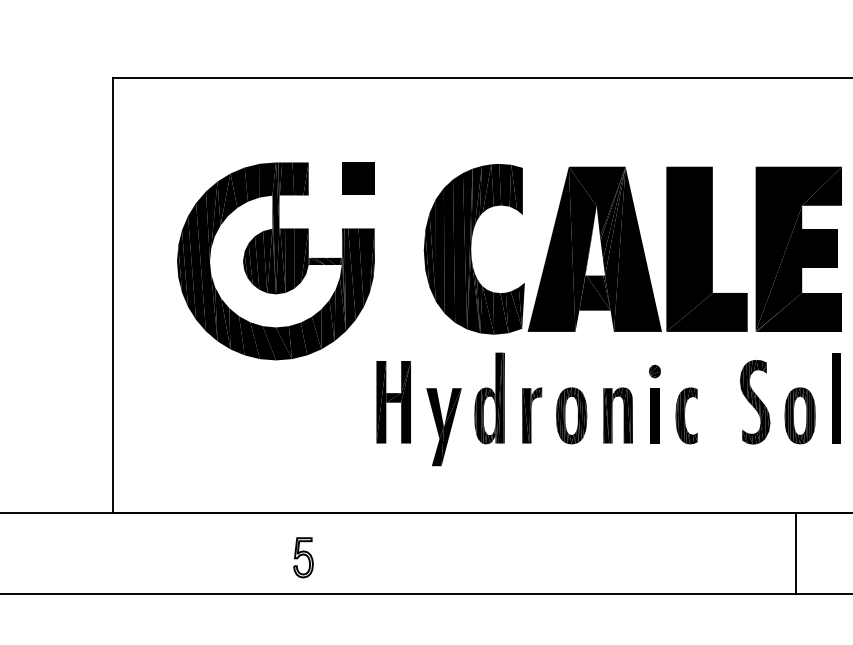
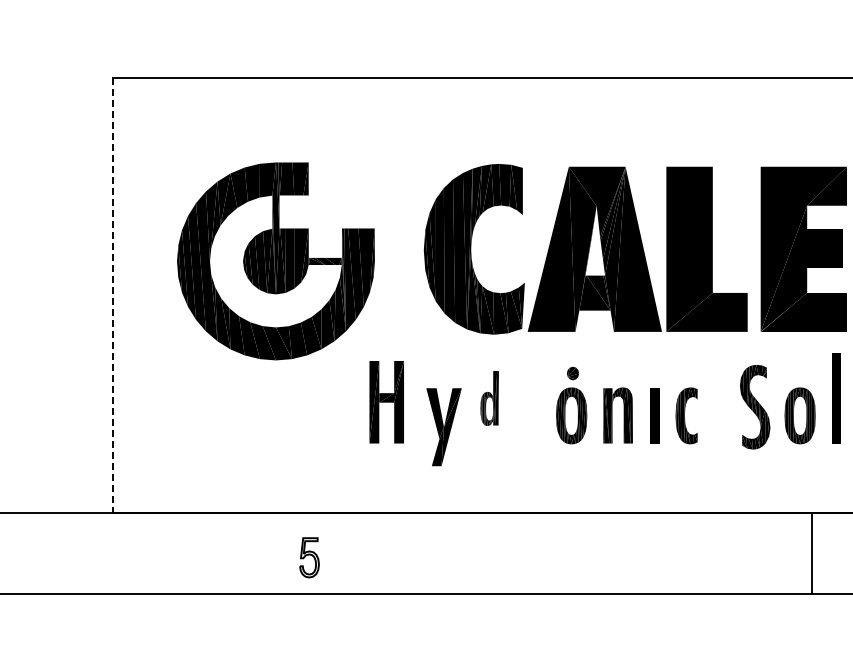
part at (358, 178): present -> none
part at (798, 248) position: (798, 248) -> (803, 248)
line at (113, 296): solid -> dashed
part at (654, 371) position: (654, 371) -> (572, 373)
part at (489, 398) size: 31x93 px -> 19x55 px
part at (393, 402) position: (393, 402) -> (386, 402)
part at (755, 402) position: (755, 402) -> (755, 407)
part at (532, 415): present -> none
line at (795, 553) position: (795, 553) -> (811, 553)
part at (303, 557) position: (303, 557) -> (309, 557)
